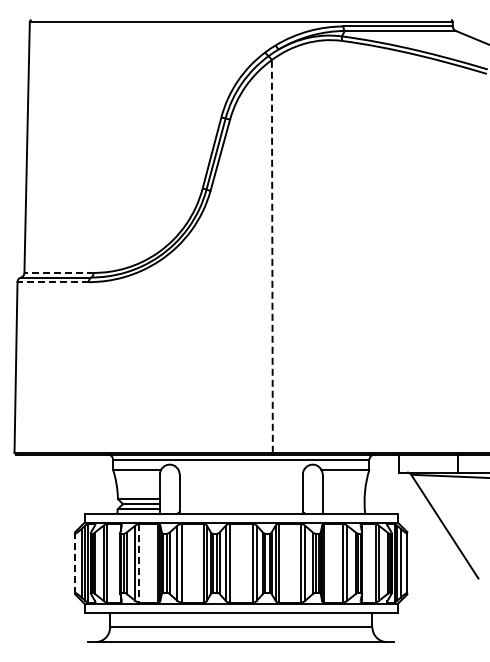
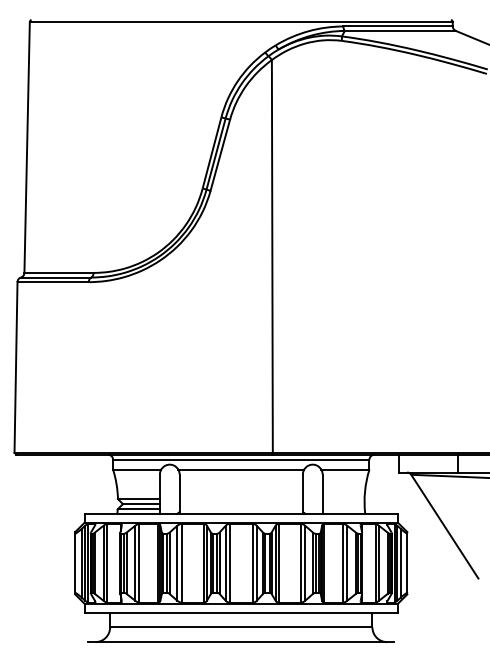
line at (272, 255): dashed -> solid
line at (59, 272): dashed -> solid
line at (53, 282): dashed -> solid
line at (241, 469): none -> present
line at (75, 562): dashed -> solid
line at (139, 563): dashed -> solid
